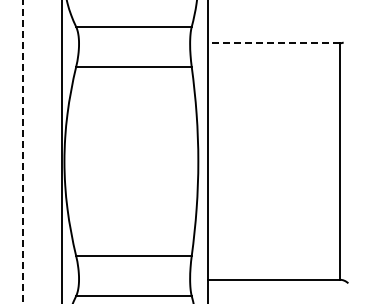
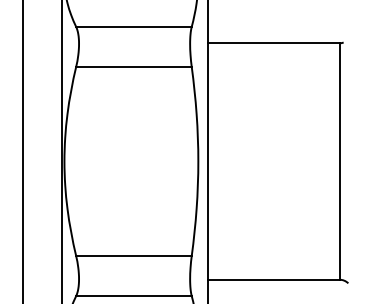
line at (274, 43): dashed -> solid
line at (23, 152): dashed -> solid
